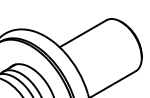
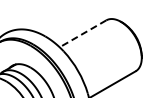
line at (82, 33): solid -> dashed
